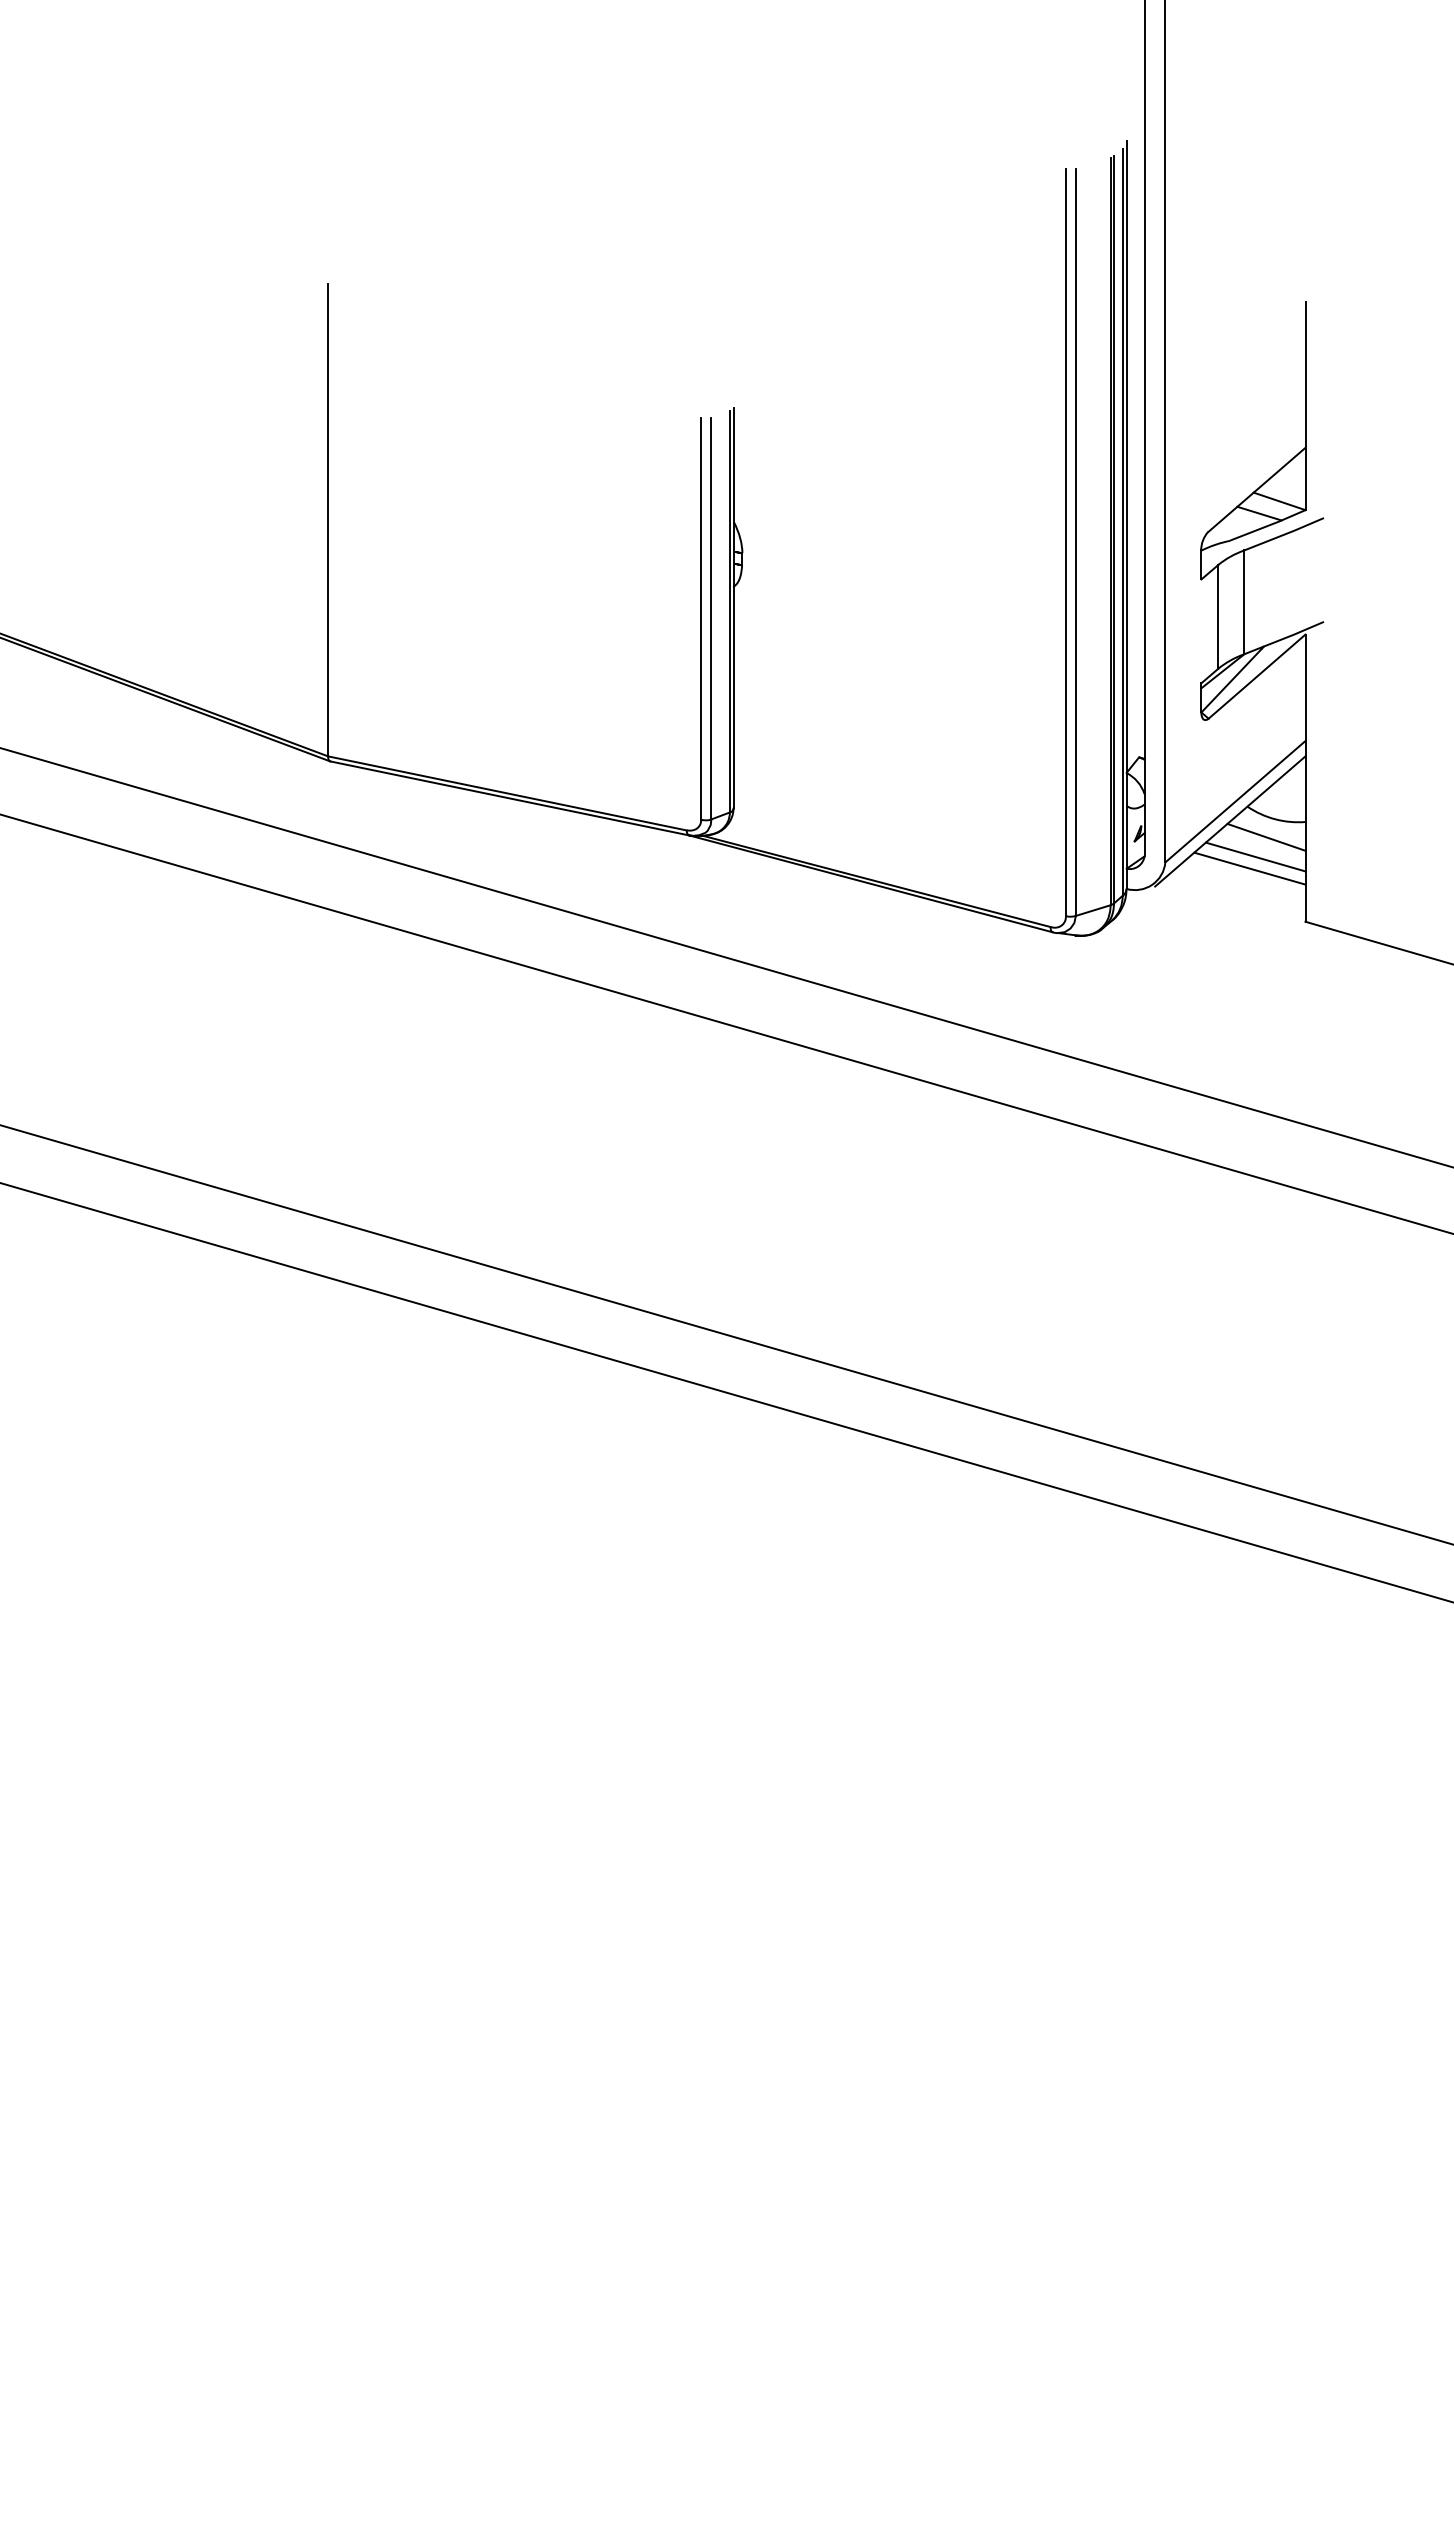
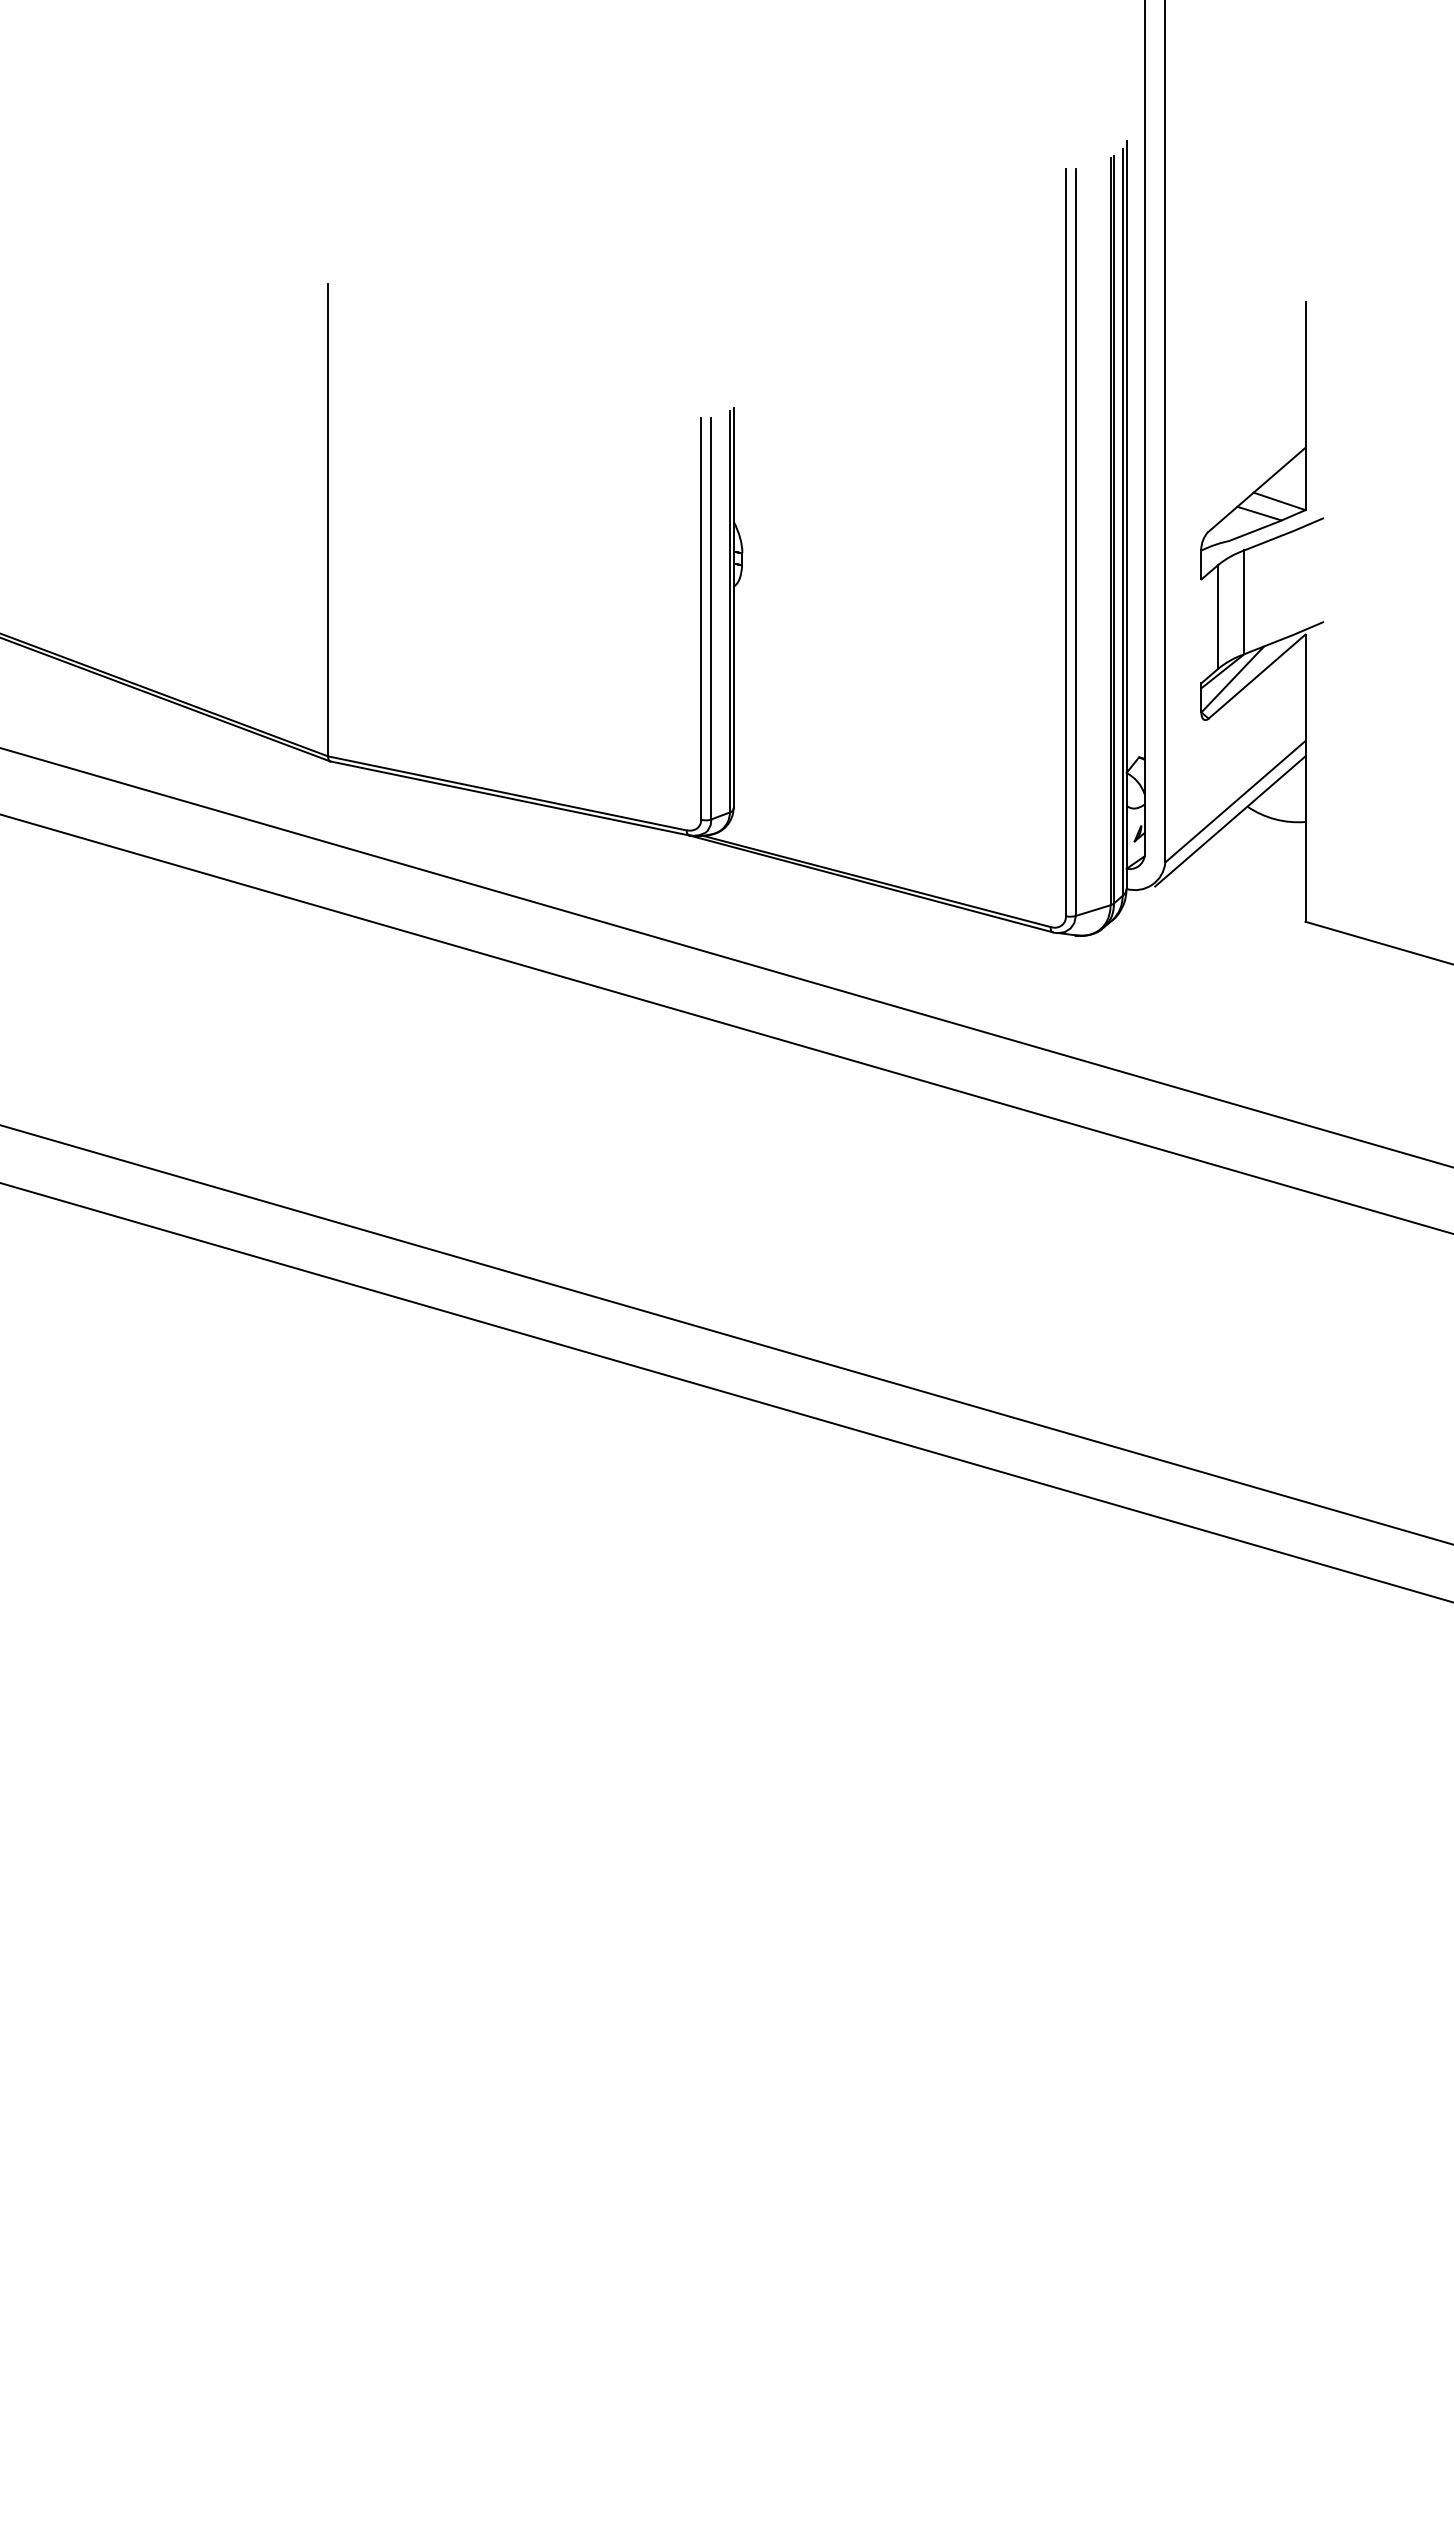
line at (1266, 836): present -> none
line at (1255, 856): present -> none
line at (1249, 868): present -> none
